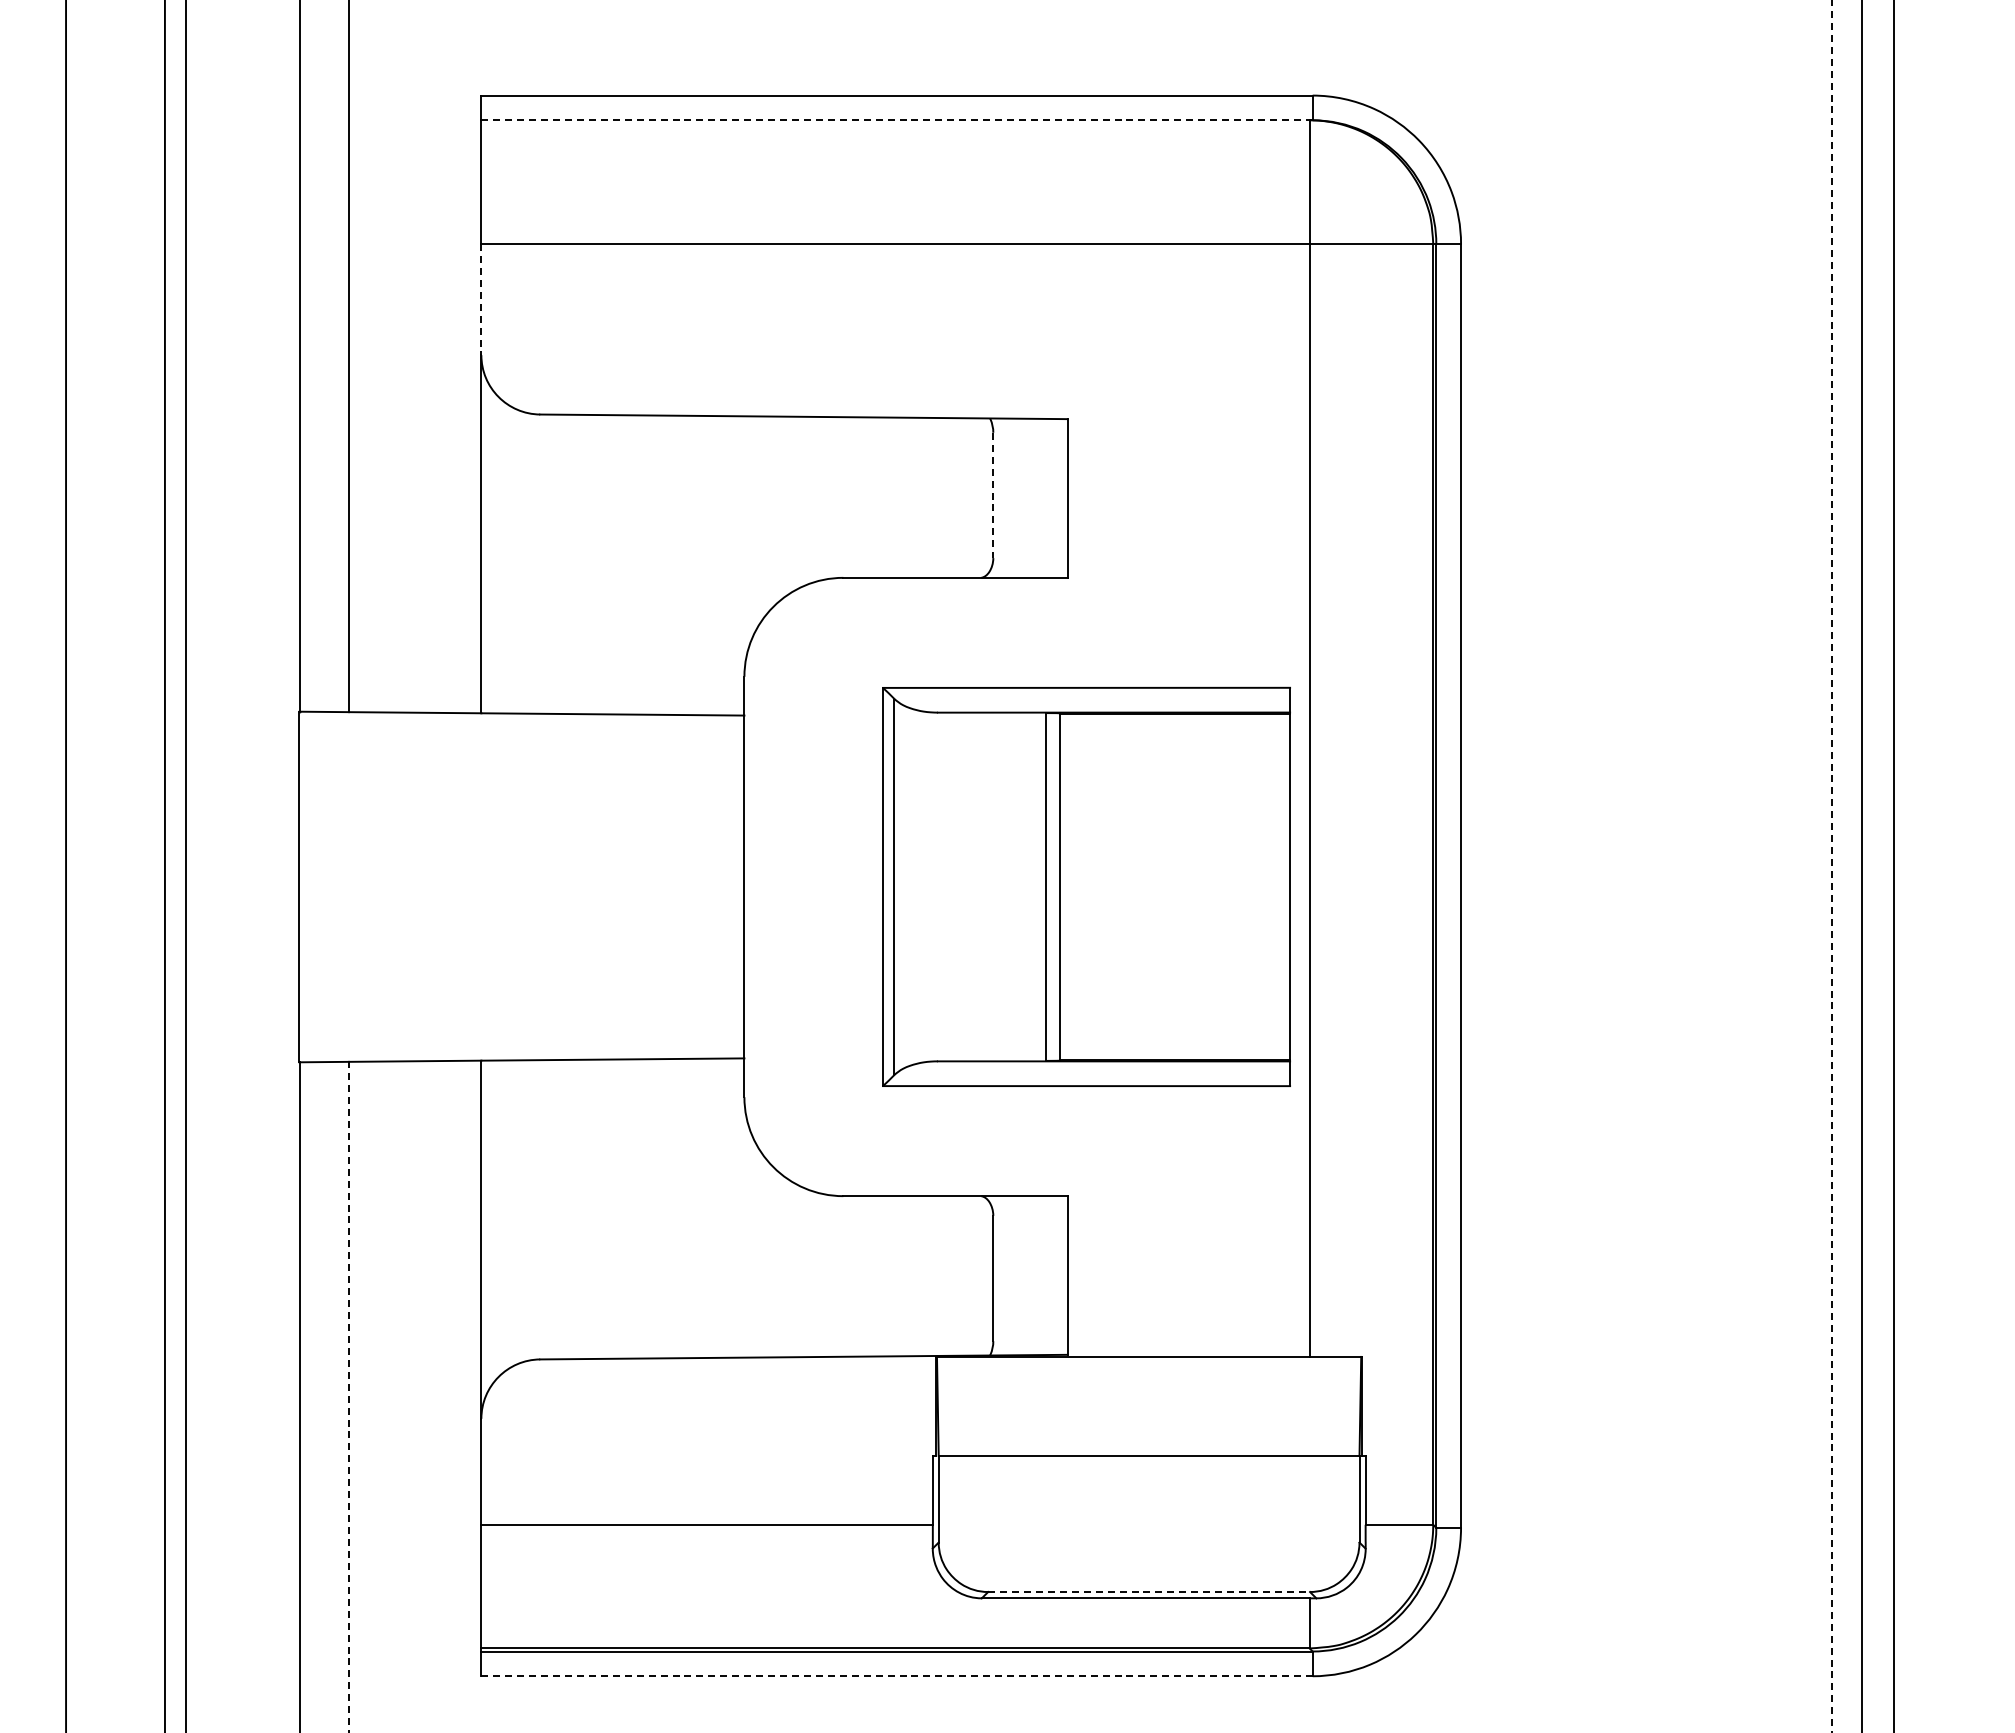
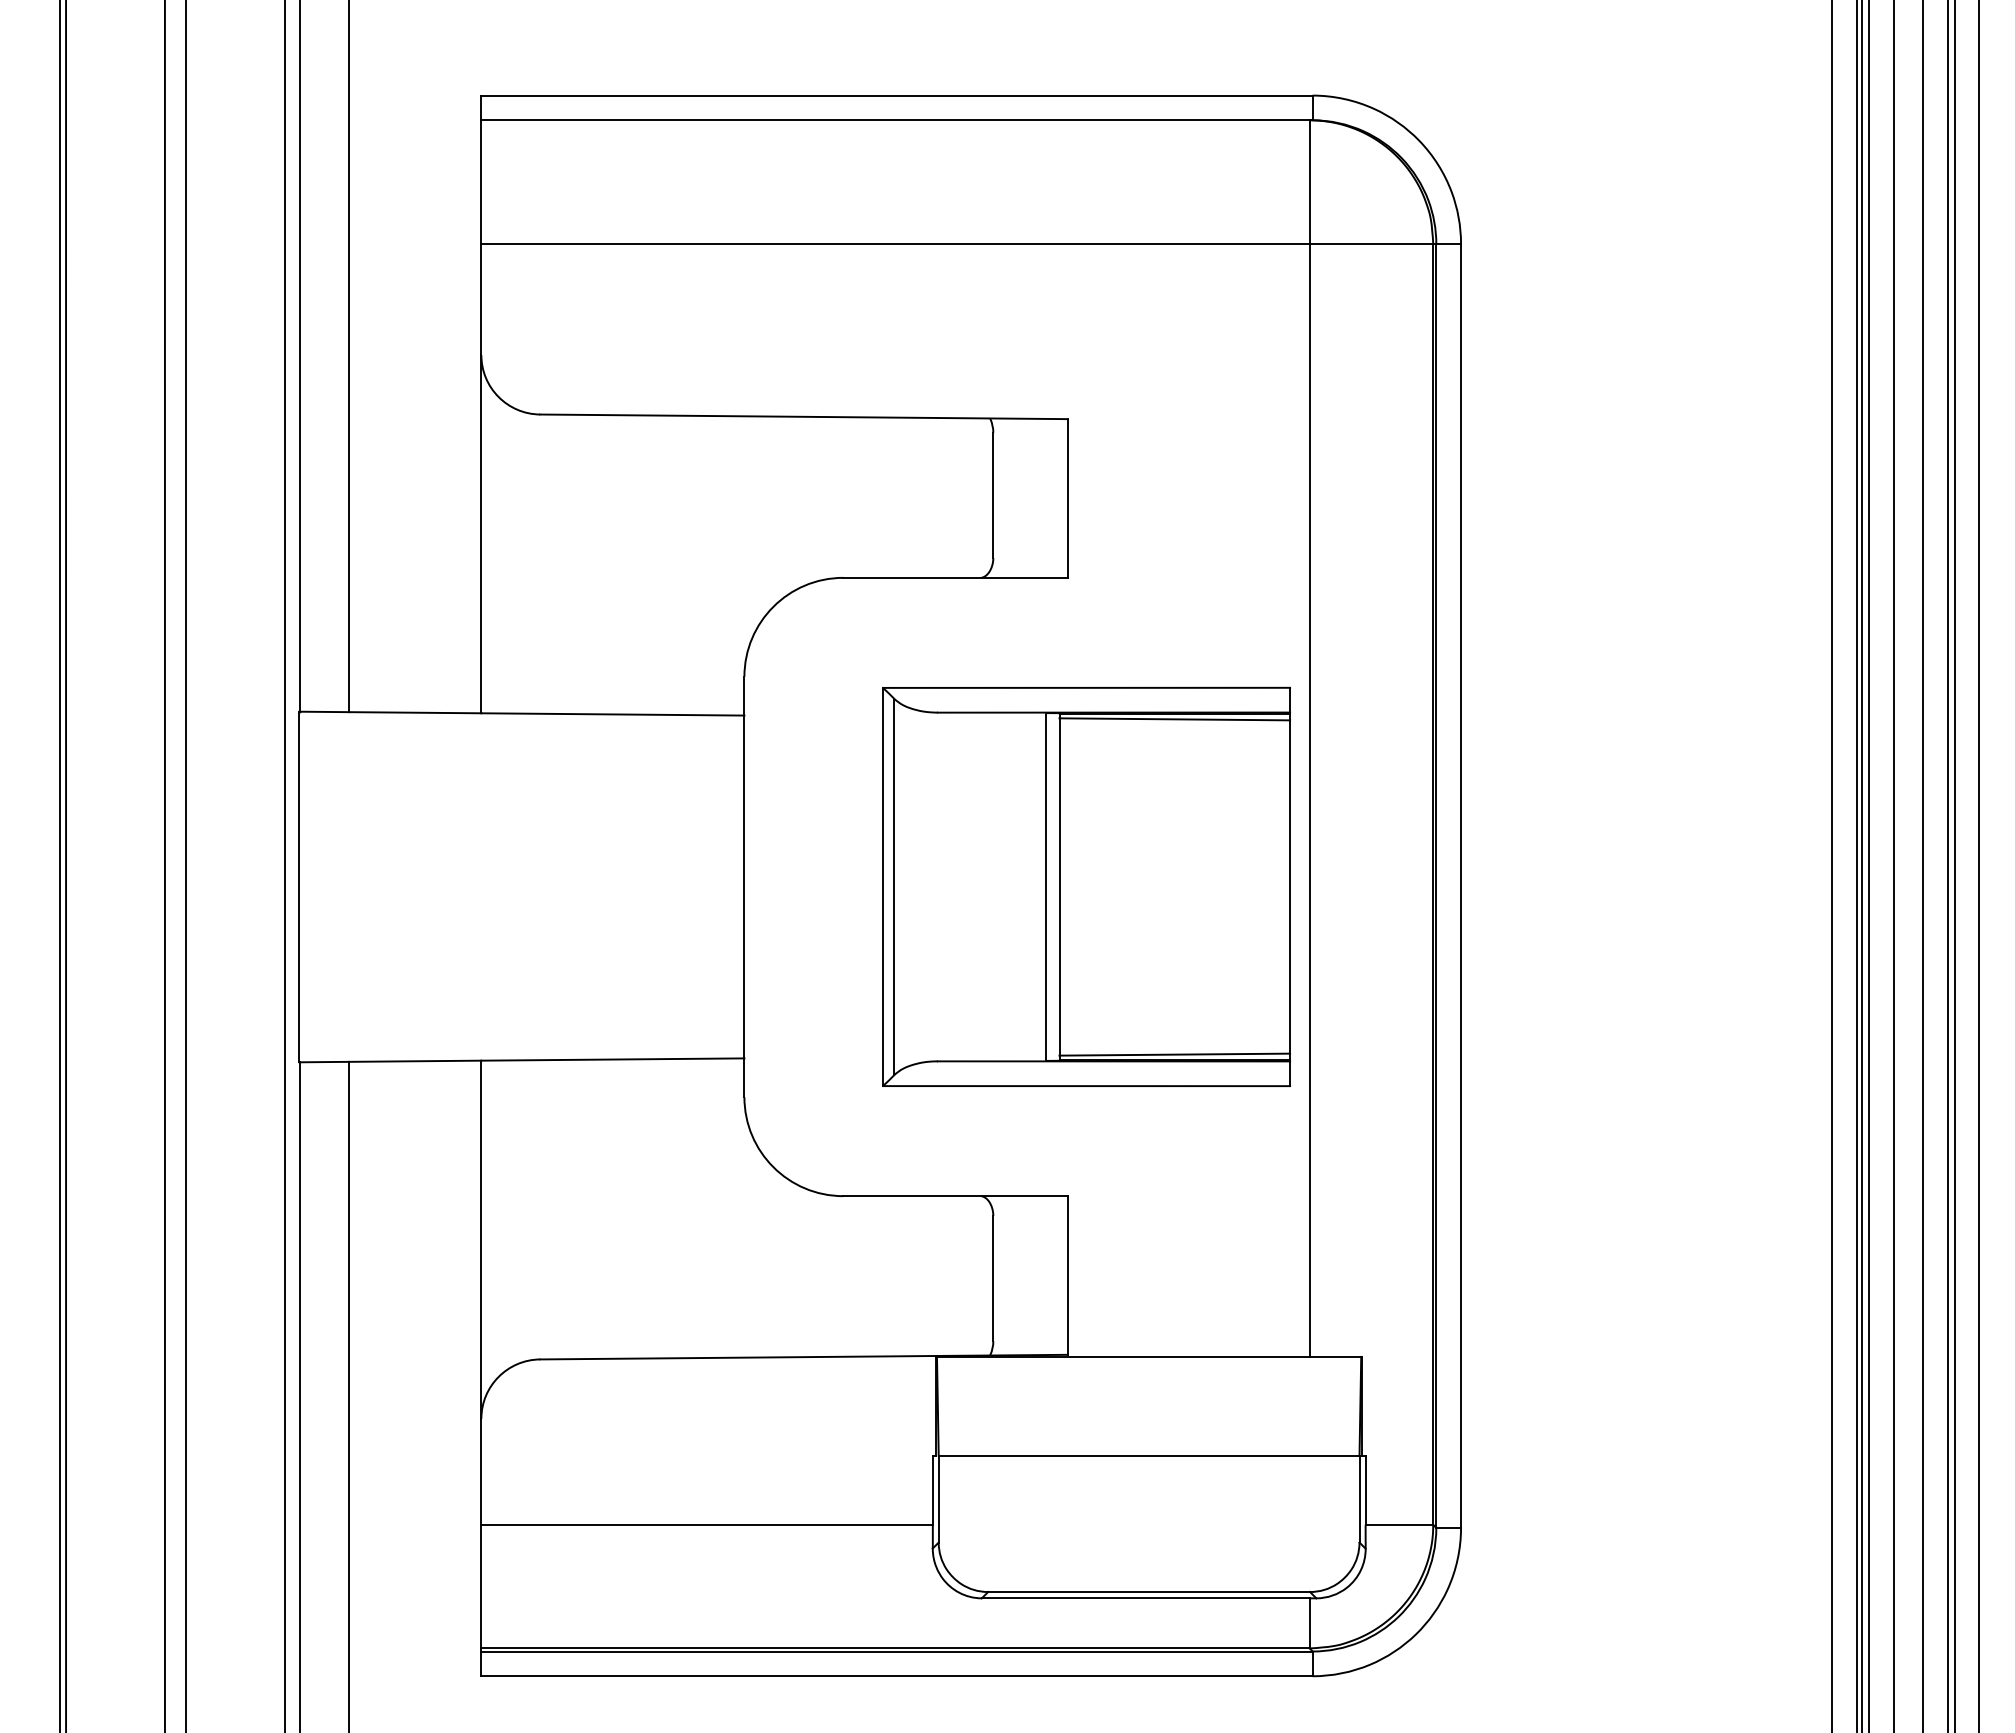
line at (896, 120): dashed -> solid
line at (481, 299): dashed -> solid
line at (993, 495): dashed -> solid
line at (1174, 719): none -> present
line at (60, 865): none -> present
line at (284, 865): none -> present
line at (1856, 865): none -> present
line at (1869, 865): none -> present
line at (1922, 865): none -> present
line at (1947, 865): none -> present
line at (1954, 865): none -> present
line at (1979, 865): none -> present
line at (1831, 866): dashed -> solid
line at (1174, 1054): none -> present
line at (349, 1396): dashed -> solid
line at (1149, 1592): dashed -> solid
line at (897, 1676): dashed -> solid
